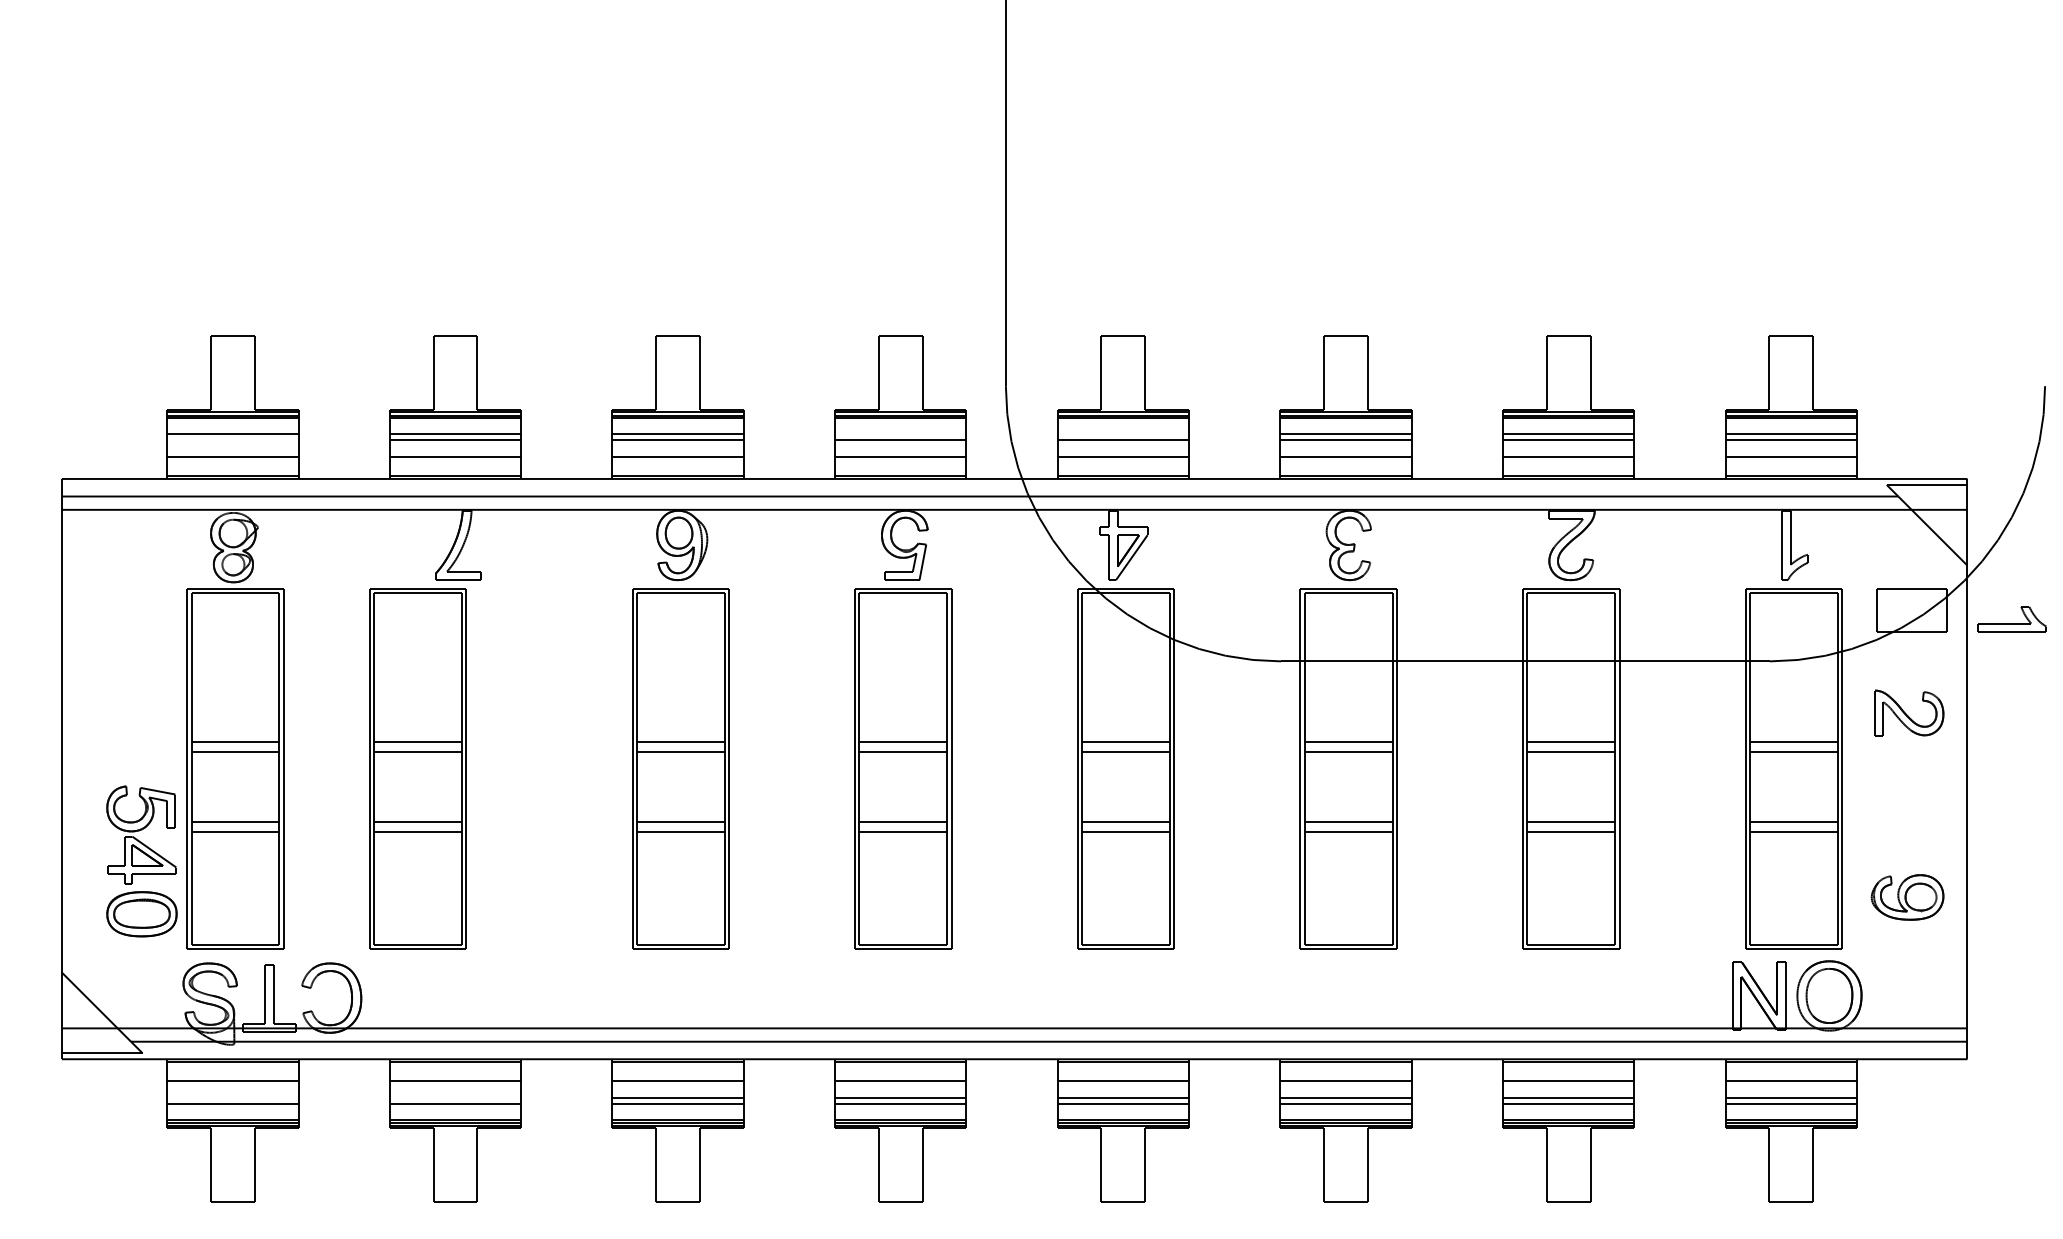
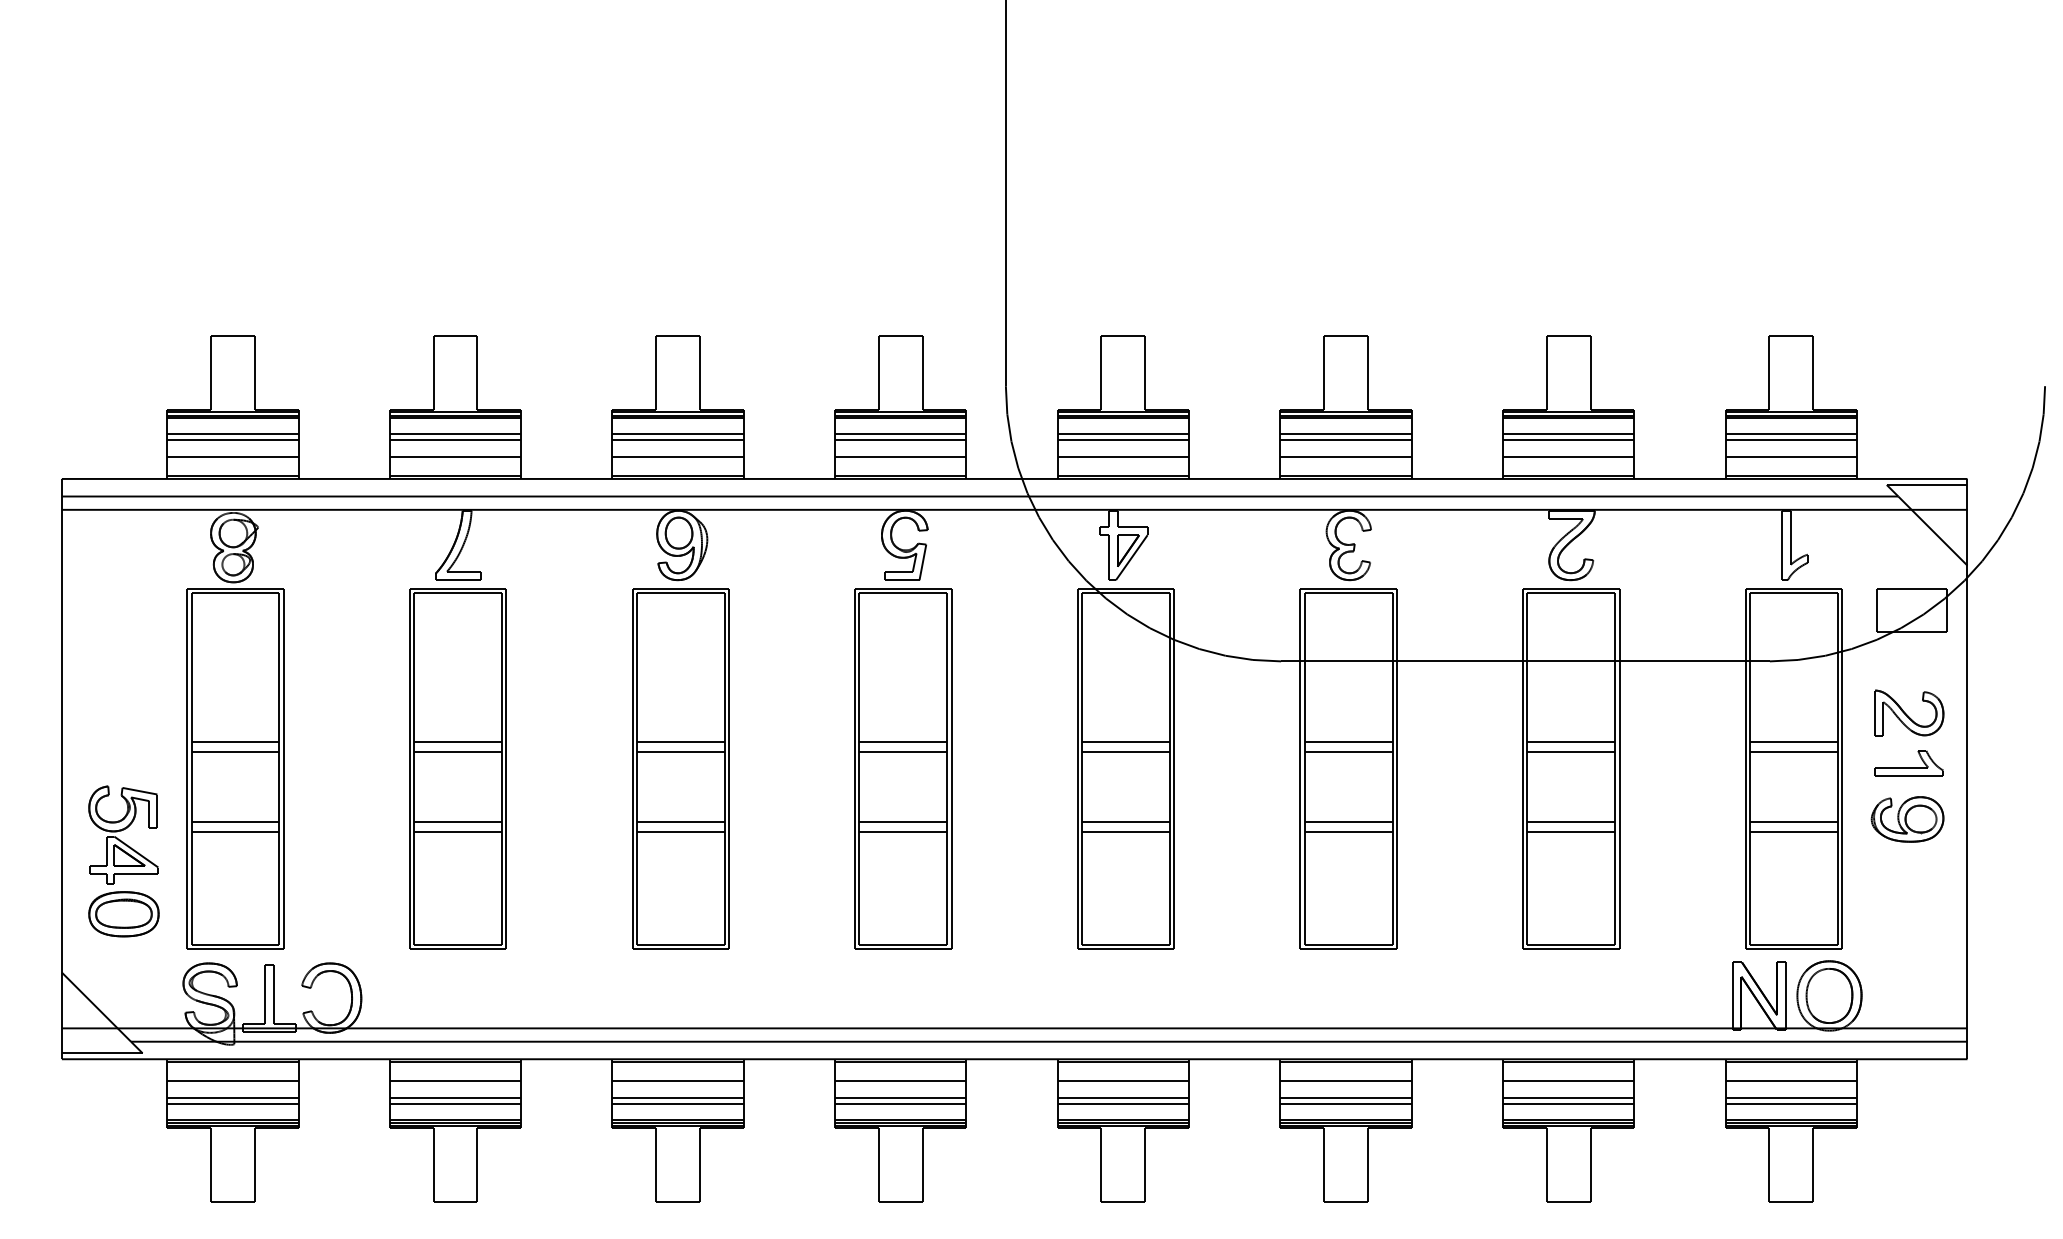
line at (900, 434): none -> present
line at (1123, 434): none -> present
line at (232, 439): none -> present
part at (2011, 619) position: (2011, 619) -> (1908, 763)
part at (417, 768) position: (417, 768) -> (457, 768)
part at (141, 861) position: (141, 861) -> (123, 861)
part at (1907, 897) position: (1907, 897) -> (1907, 819)
line at (232, 1098): none -> present
line at (455, 1098): none -> present
